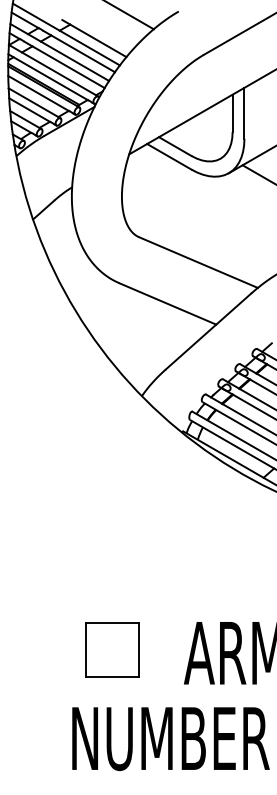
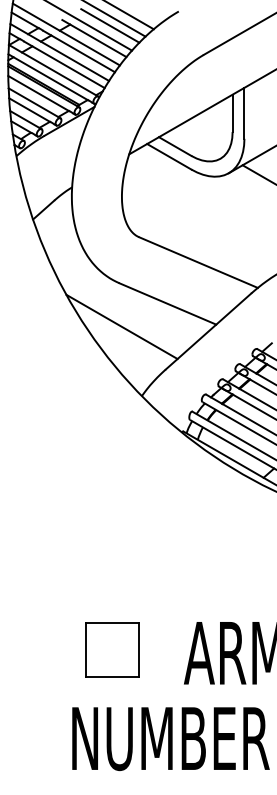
line at (115, 19): none -> present
line at (110, 25): none -> present
line at (90, 26): none -> present
line at (121, 326): none -> present
